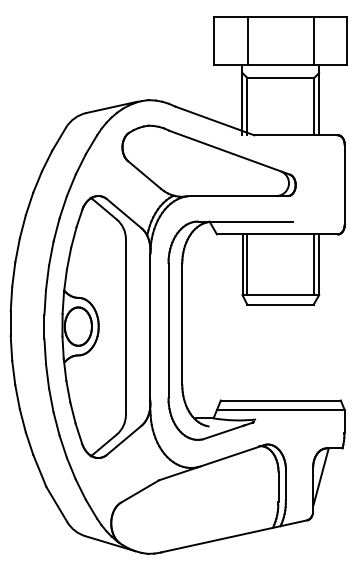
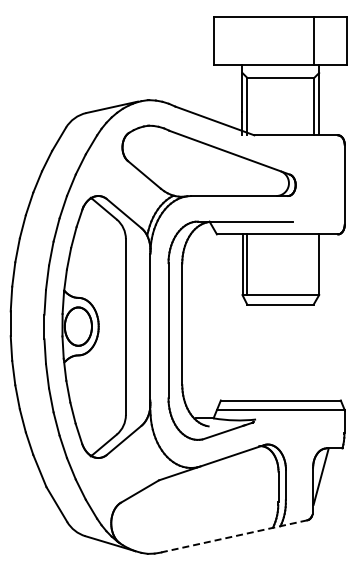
line at (247, 41): present -> none
line at (314, 264): present -> none
line at (234, 536): solid -> dashed
